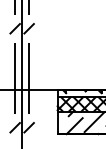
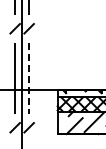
line at (29, 78): solid -> dashed
